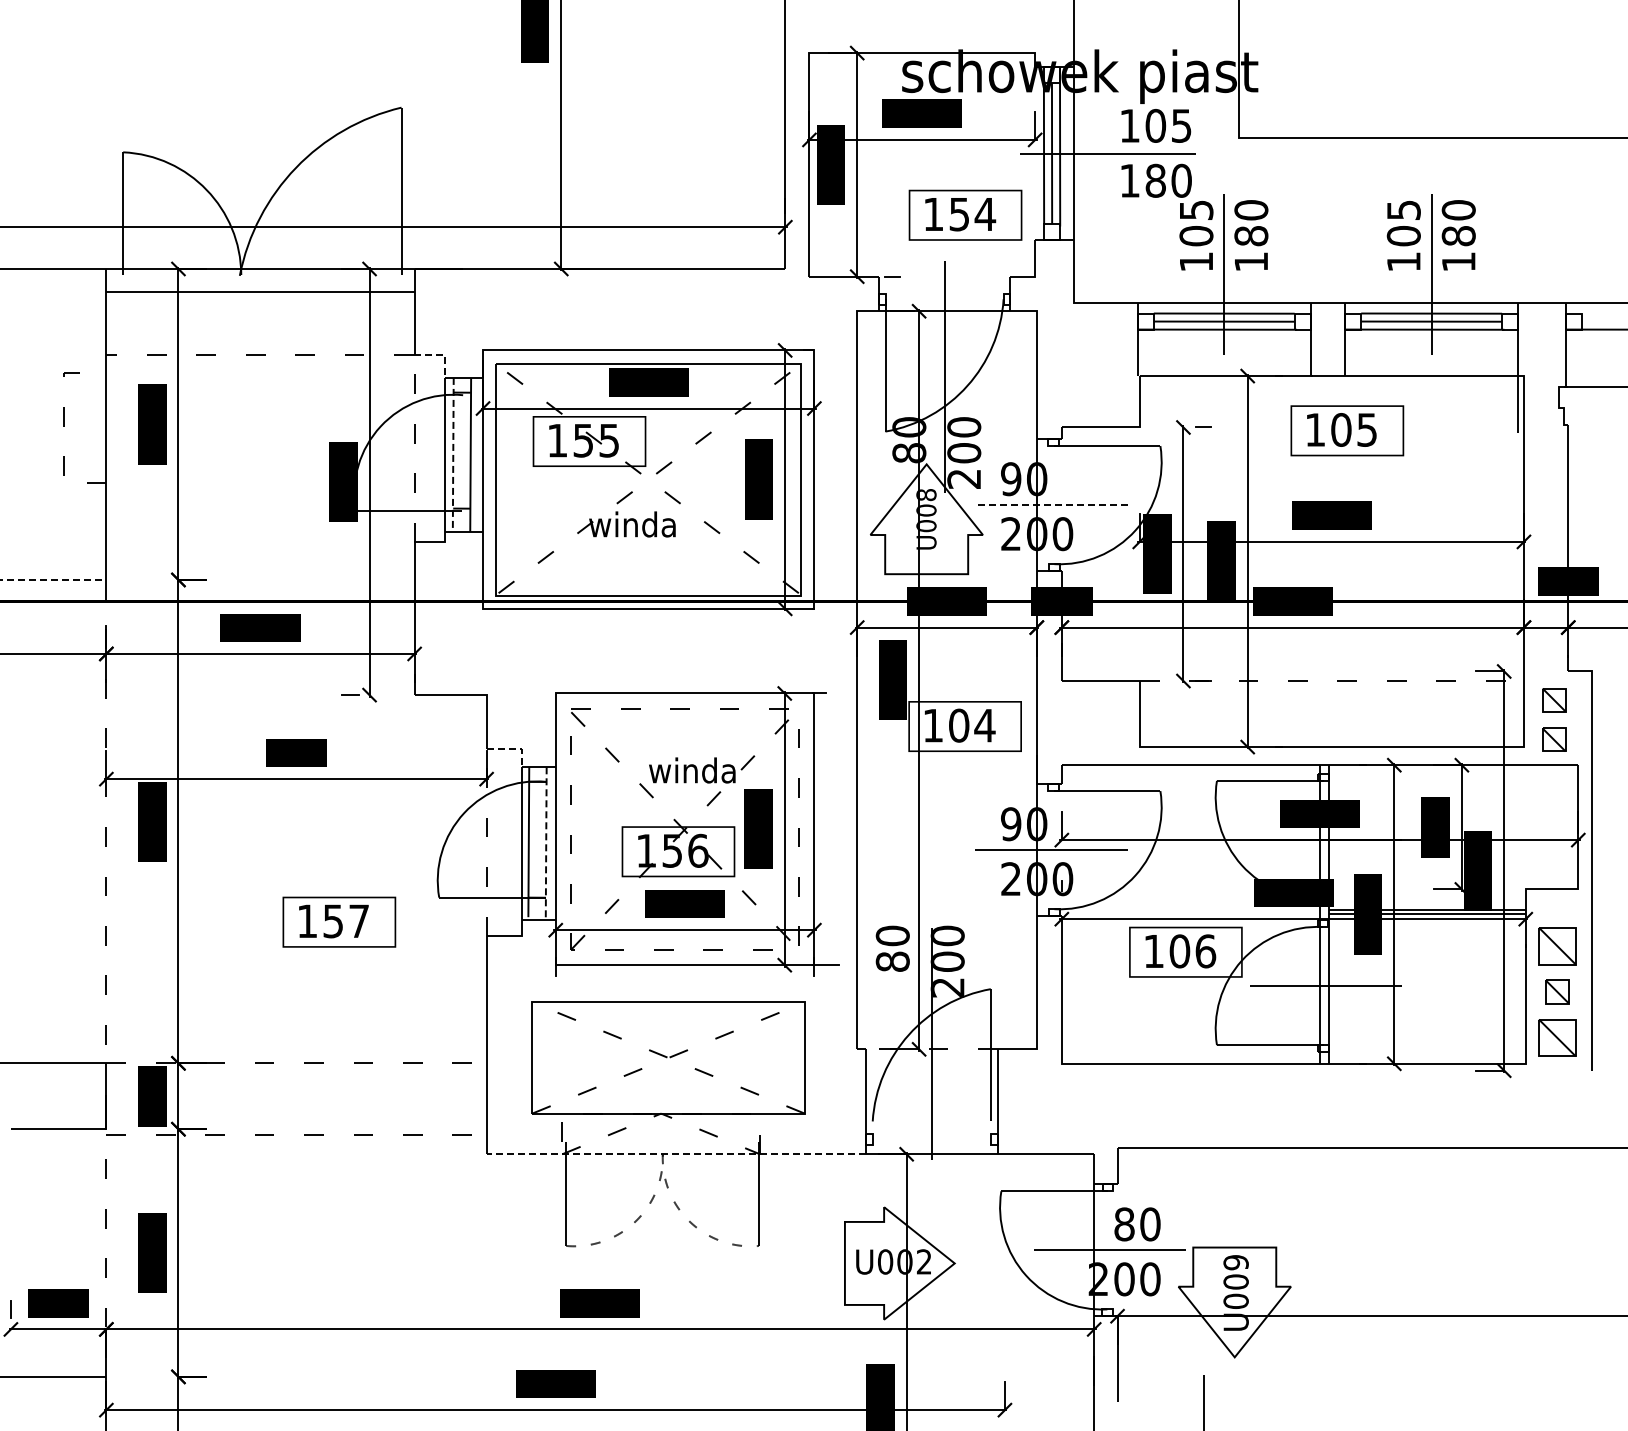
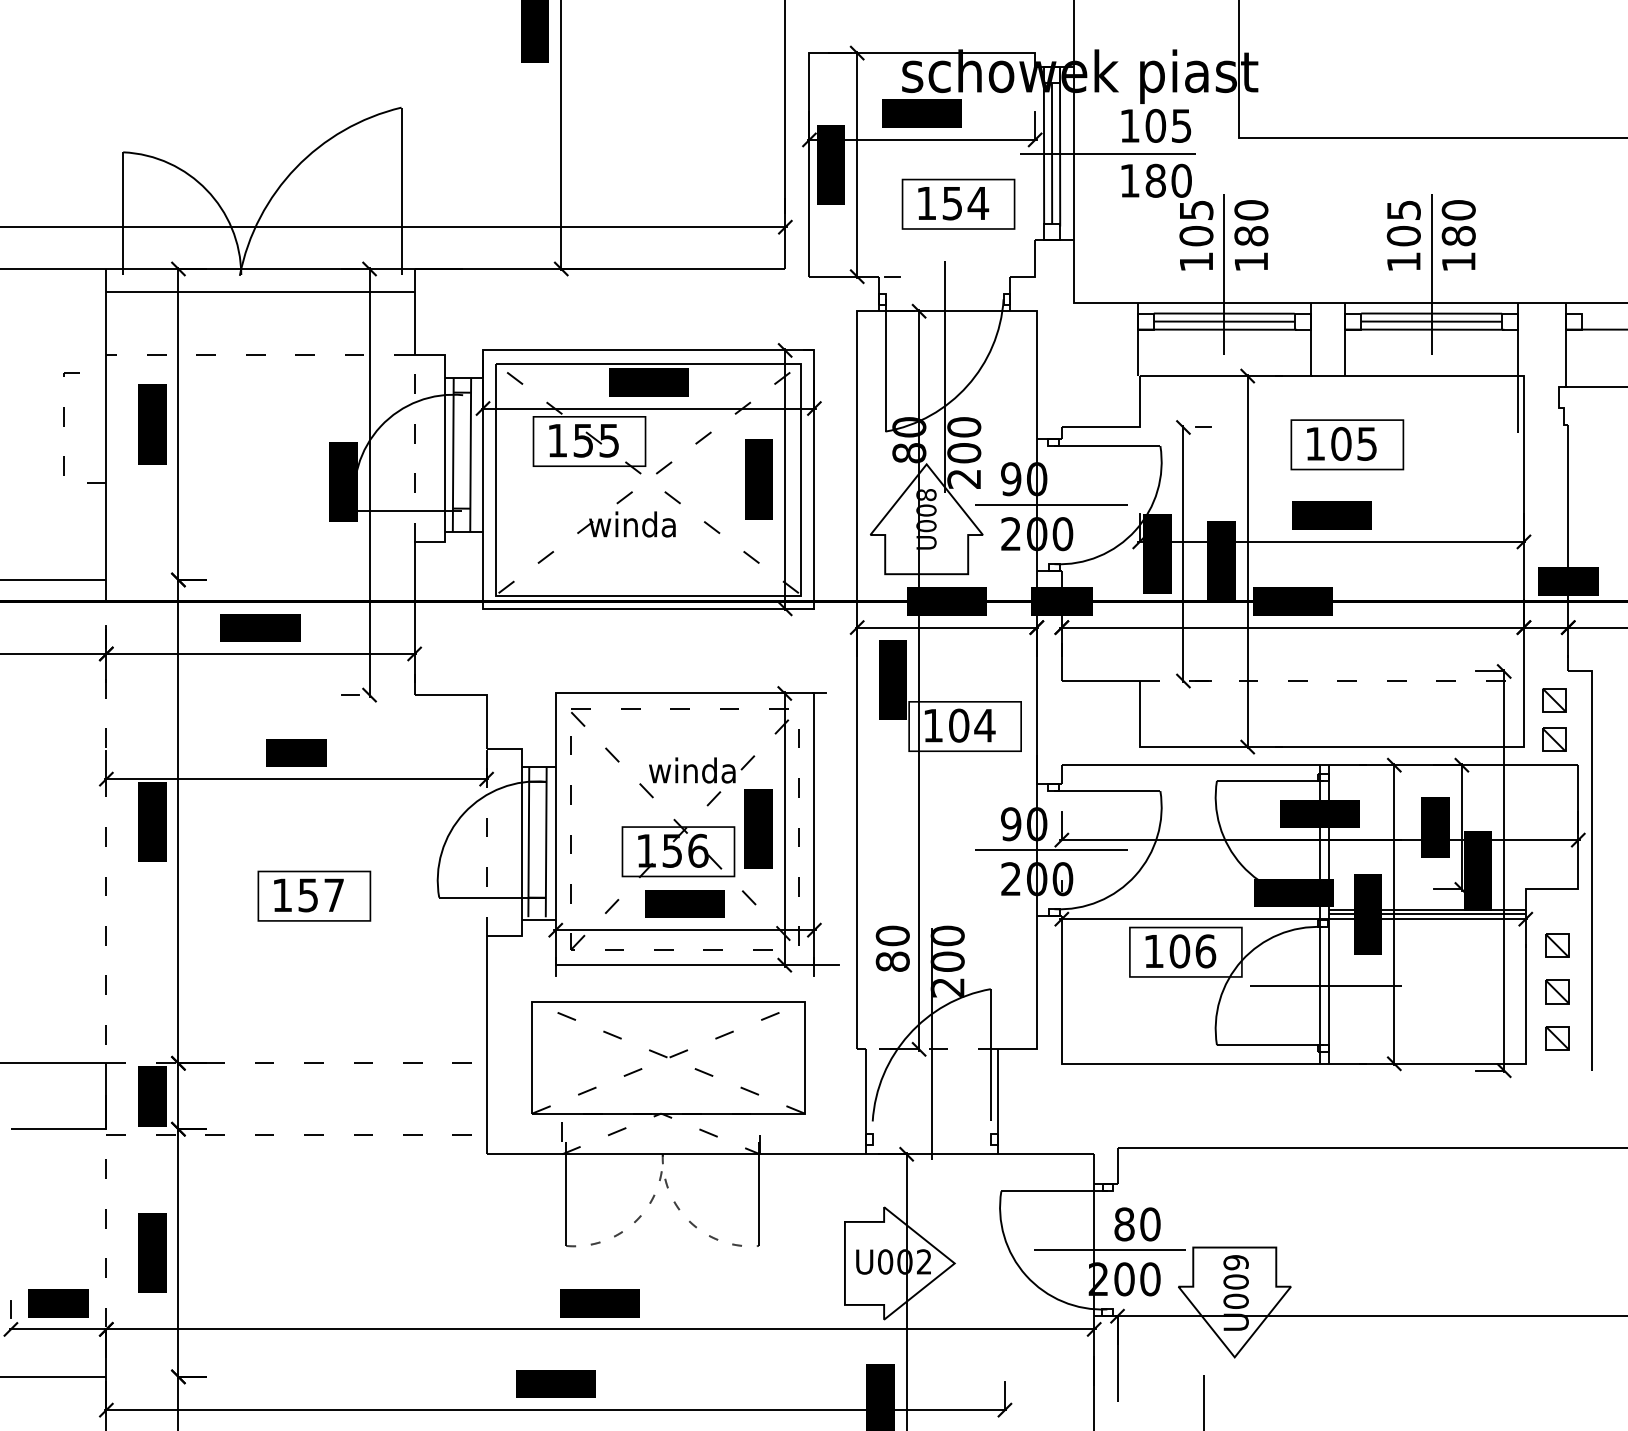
text at (965, 214) position: (965, 214) -> (958, 203)
line at (441, 354): dashed -> solid
text at (1347, 430) position: (1347, 430) -> (1347, 444)
line at (453, 454): dashed -> solid
line at (1051, 505): dashed -> solid
line at (53, 579): dashed -> solid
line at (514, 748): dashed -> solid
line at (546, 842): dashed -> solid
text at (339, 921) position: (339, 921) -> (314, 895)
part at (1557, 946) size: 39x39 px -> 25x25 px
part at (1557, 1037) size: 39x38 px -> 25x25 px
line at (676, 1154): dashed -> solid
